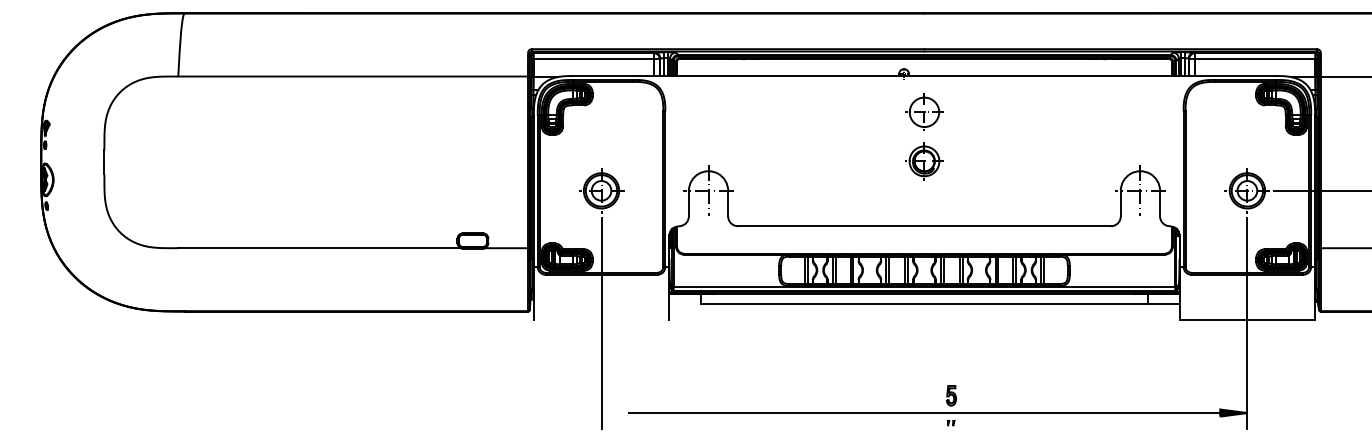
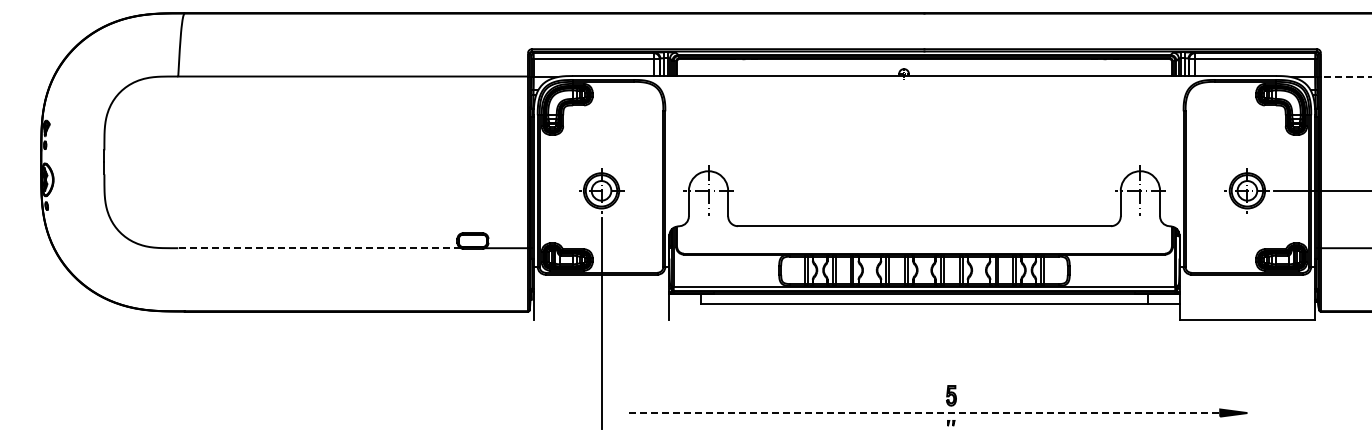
line at (1345, 76): solid -> dashed
part at (924, 111): present -> none
part at (924, 161): present -> none
line at (319, 248): solid -> dashed
line at (1247, 322): present -> none
line at (924, 413): solid -> dashed
